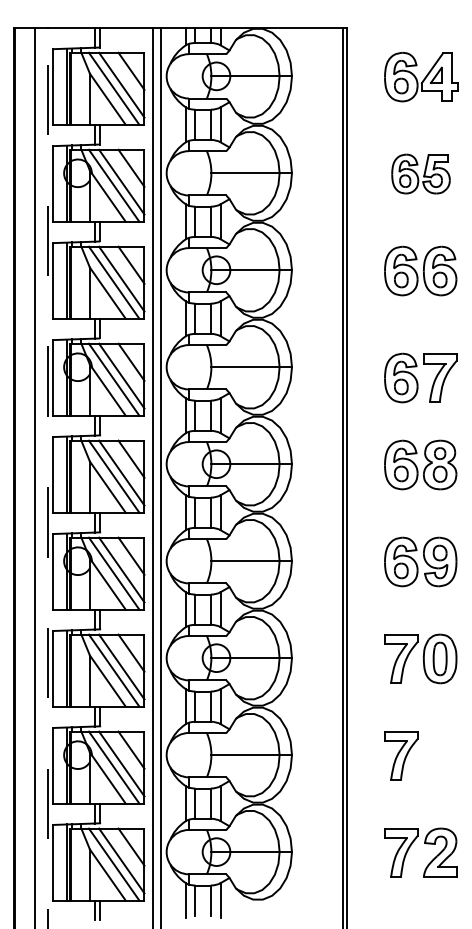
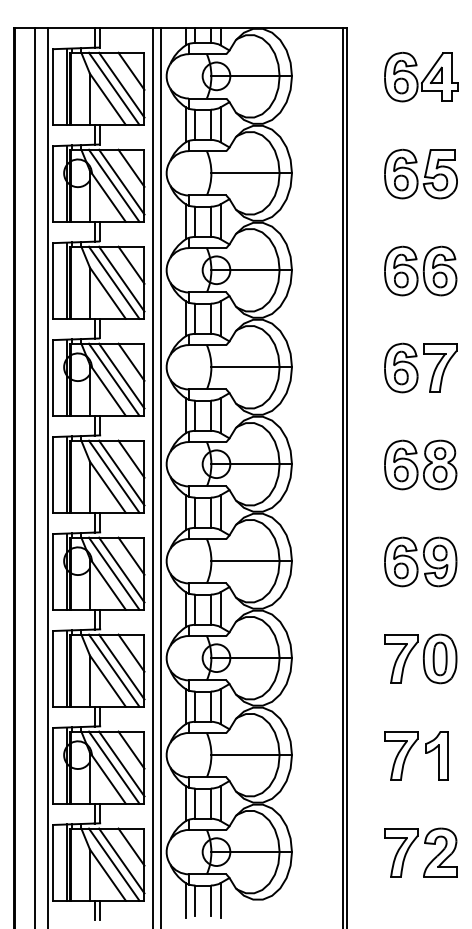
part at (420, 173) size: 60x42 px -> 74x52 px
part at (420, 377) position: (420, 377) -> (420, 367)
line at (48, 477): dashed -> solid
part at (436, 755): none -> present
